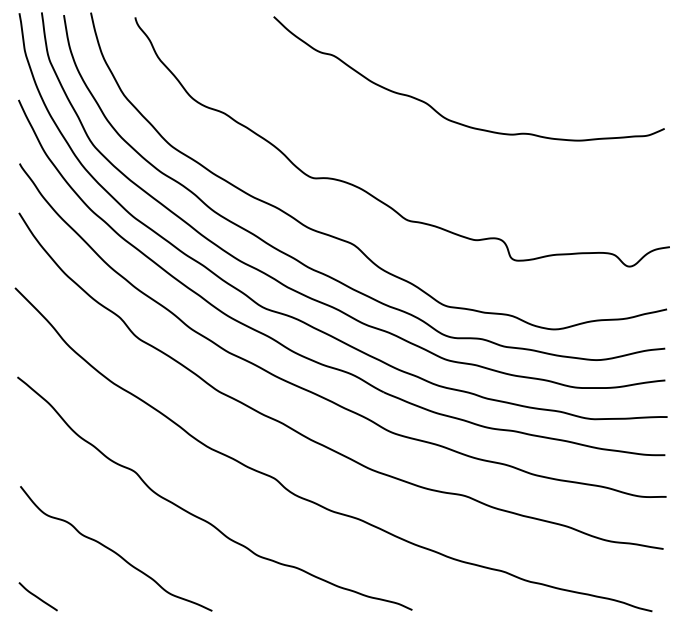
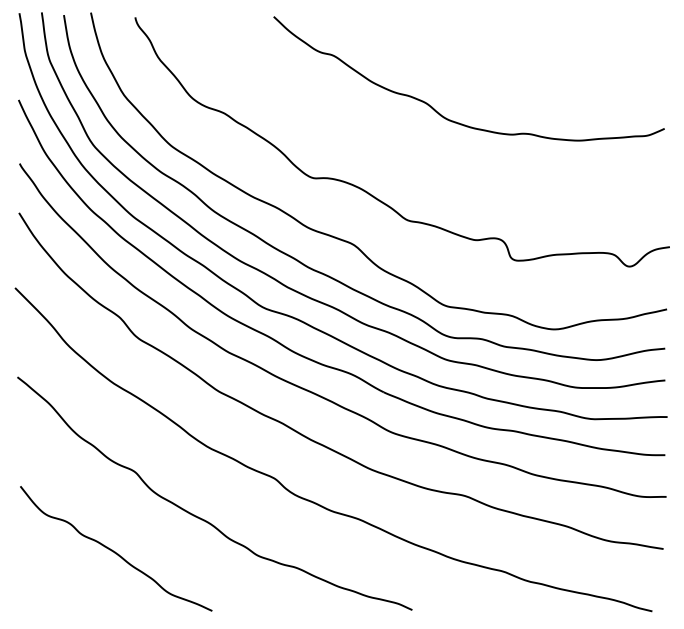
curve at (37, 596): present -> none
